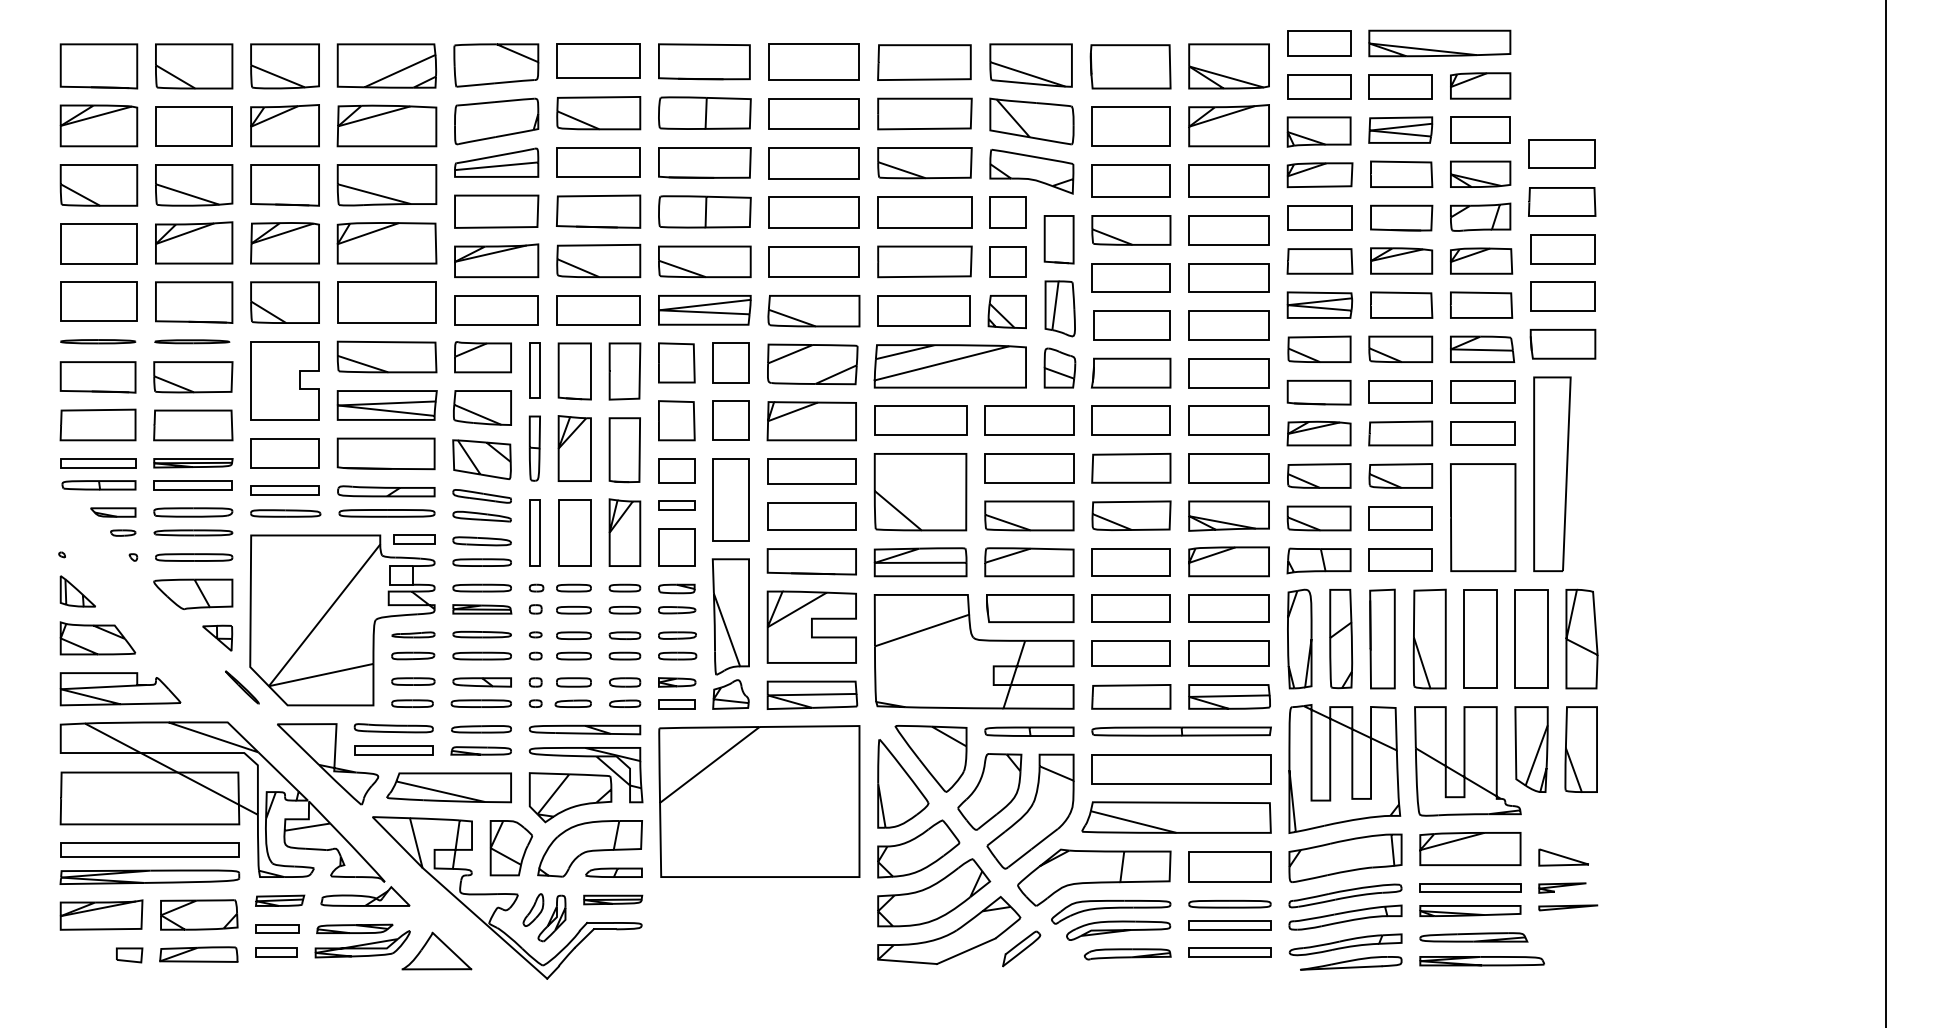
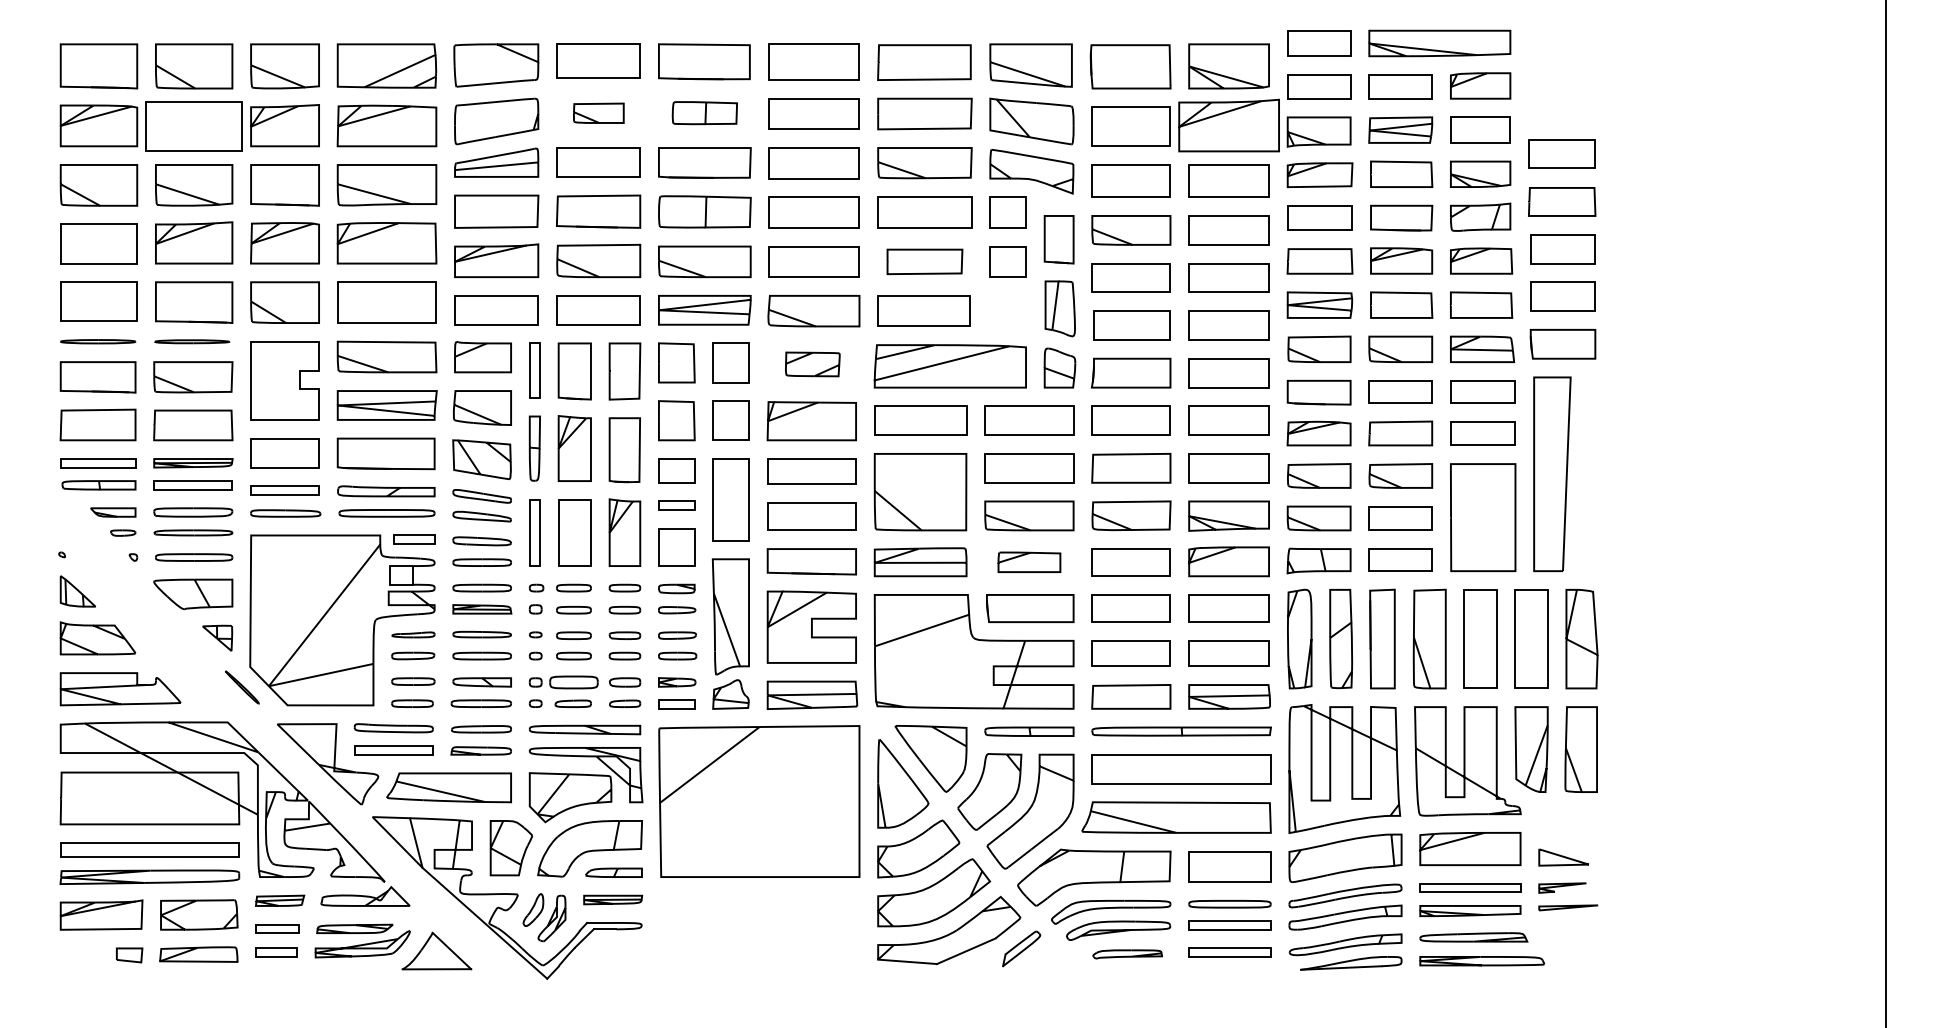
part at (704, 112) size: 94x34 px -> 67x25 px
part at (598, 113) size: 86x35 px -> 52x22 px
part at (1228, 125) size: 82x44 px -> 102x55 px
part at (193, 126) size: 78x41 px -> 98x51 px
part at (924, 261) size: 96x34 px -> 78x28 px
part at (1006, 312): present -> none
part at (812, 364) size: 92x43 px -> 56x27 px
part at (1029, 562) size: 91x31 px -> 65x22 px
part at (573, 682) size: 36x11 px -> 50x15 px
part at (1127, 954) size: 89x13 px -> 71x11 px
